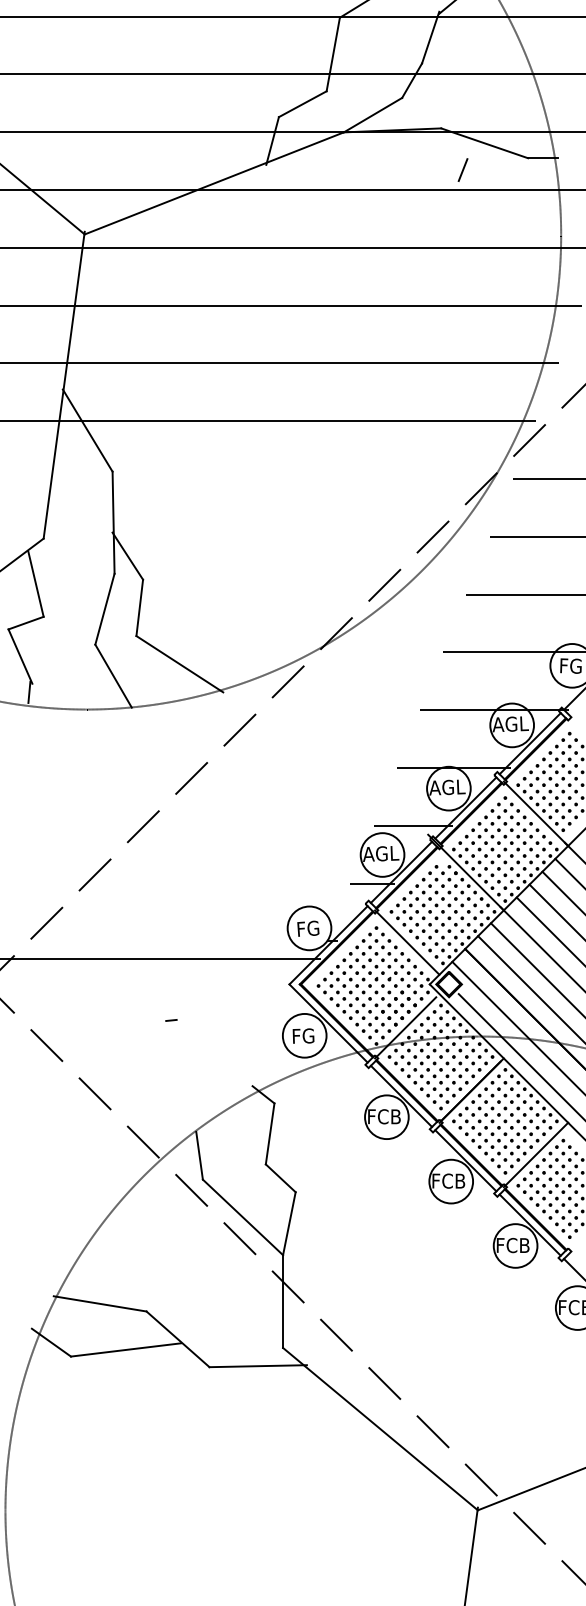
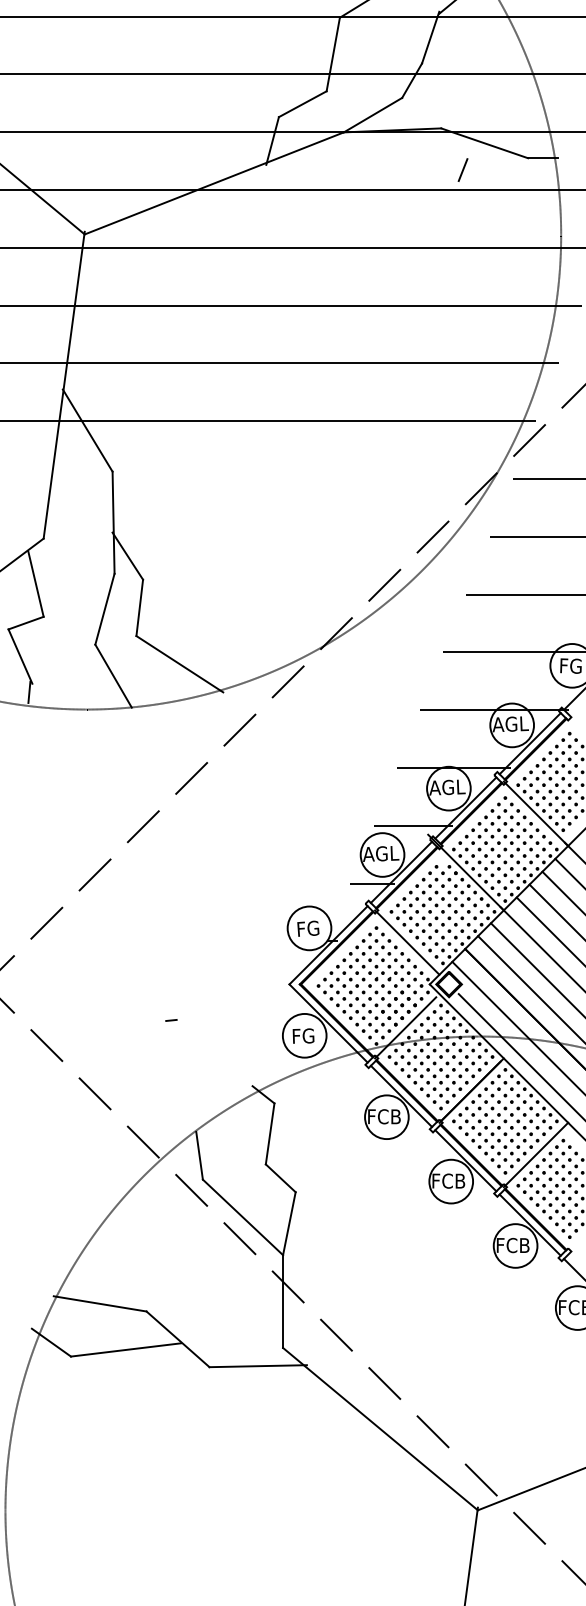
line at (161, 958): present -> none
